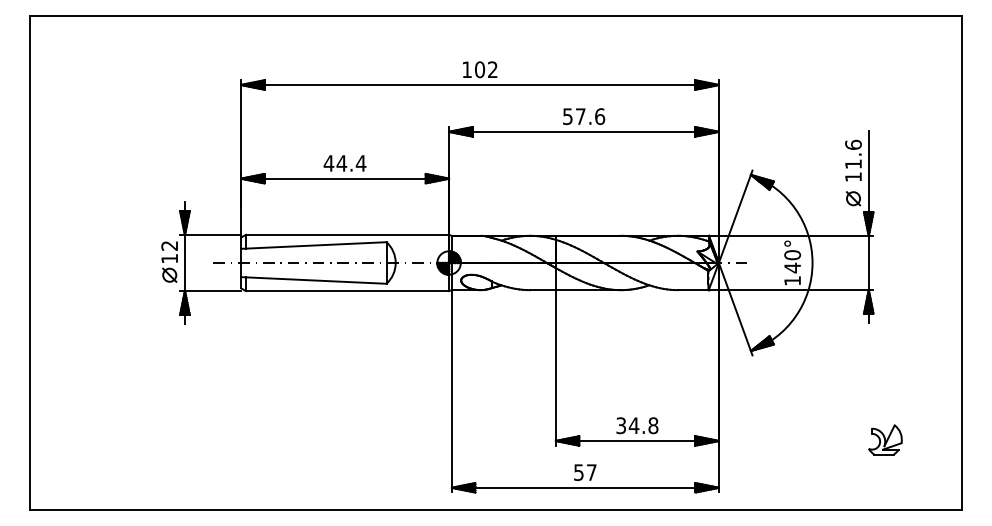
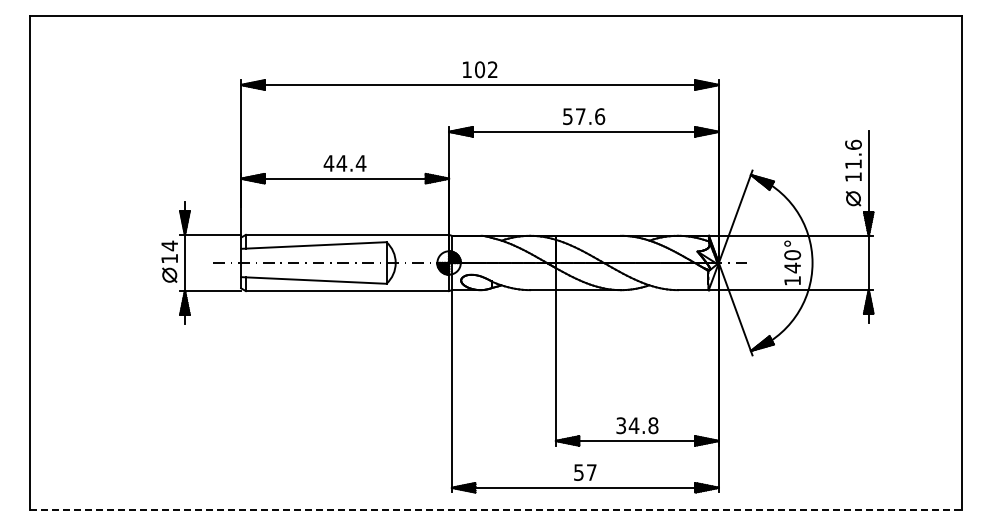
text at (169, 245): 12 -> 14
part at (885, 439): present -> none
line at (496, 510): solid -> dashed
